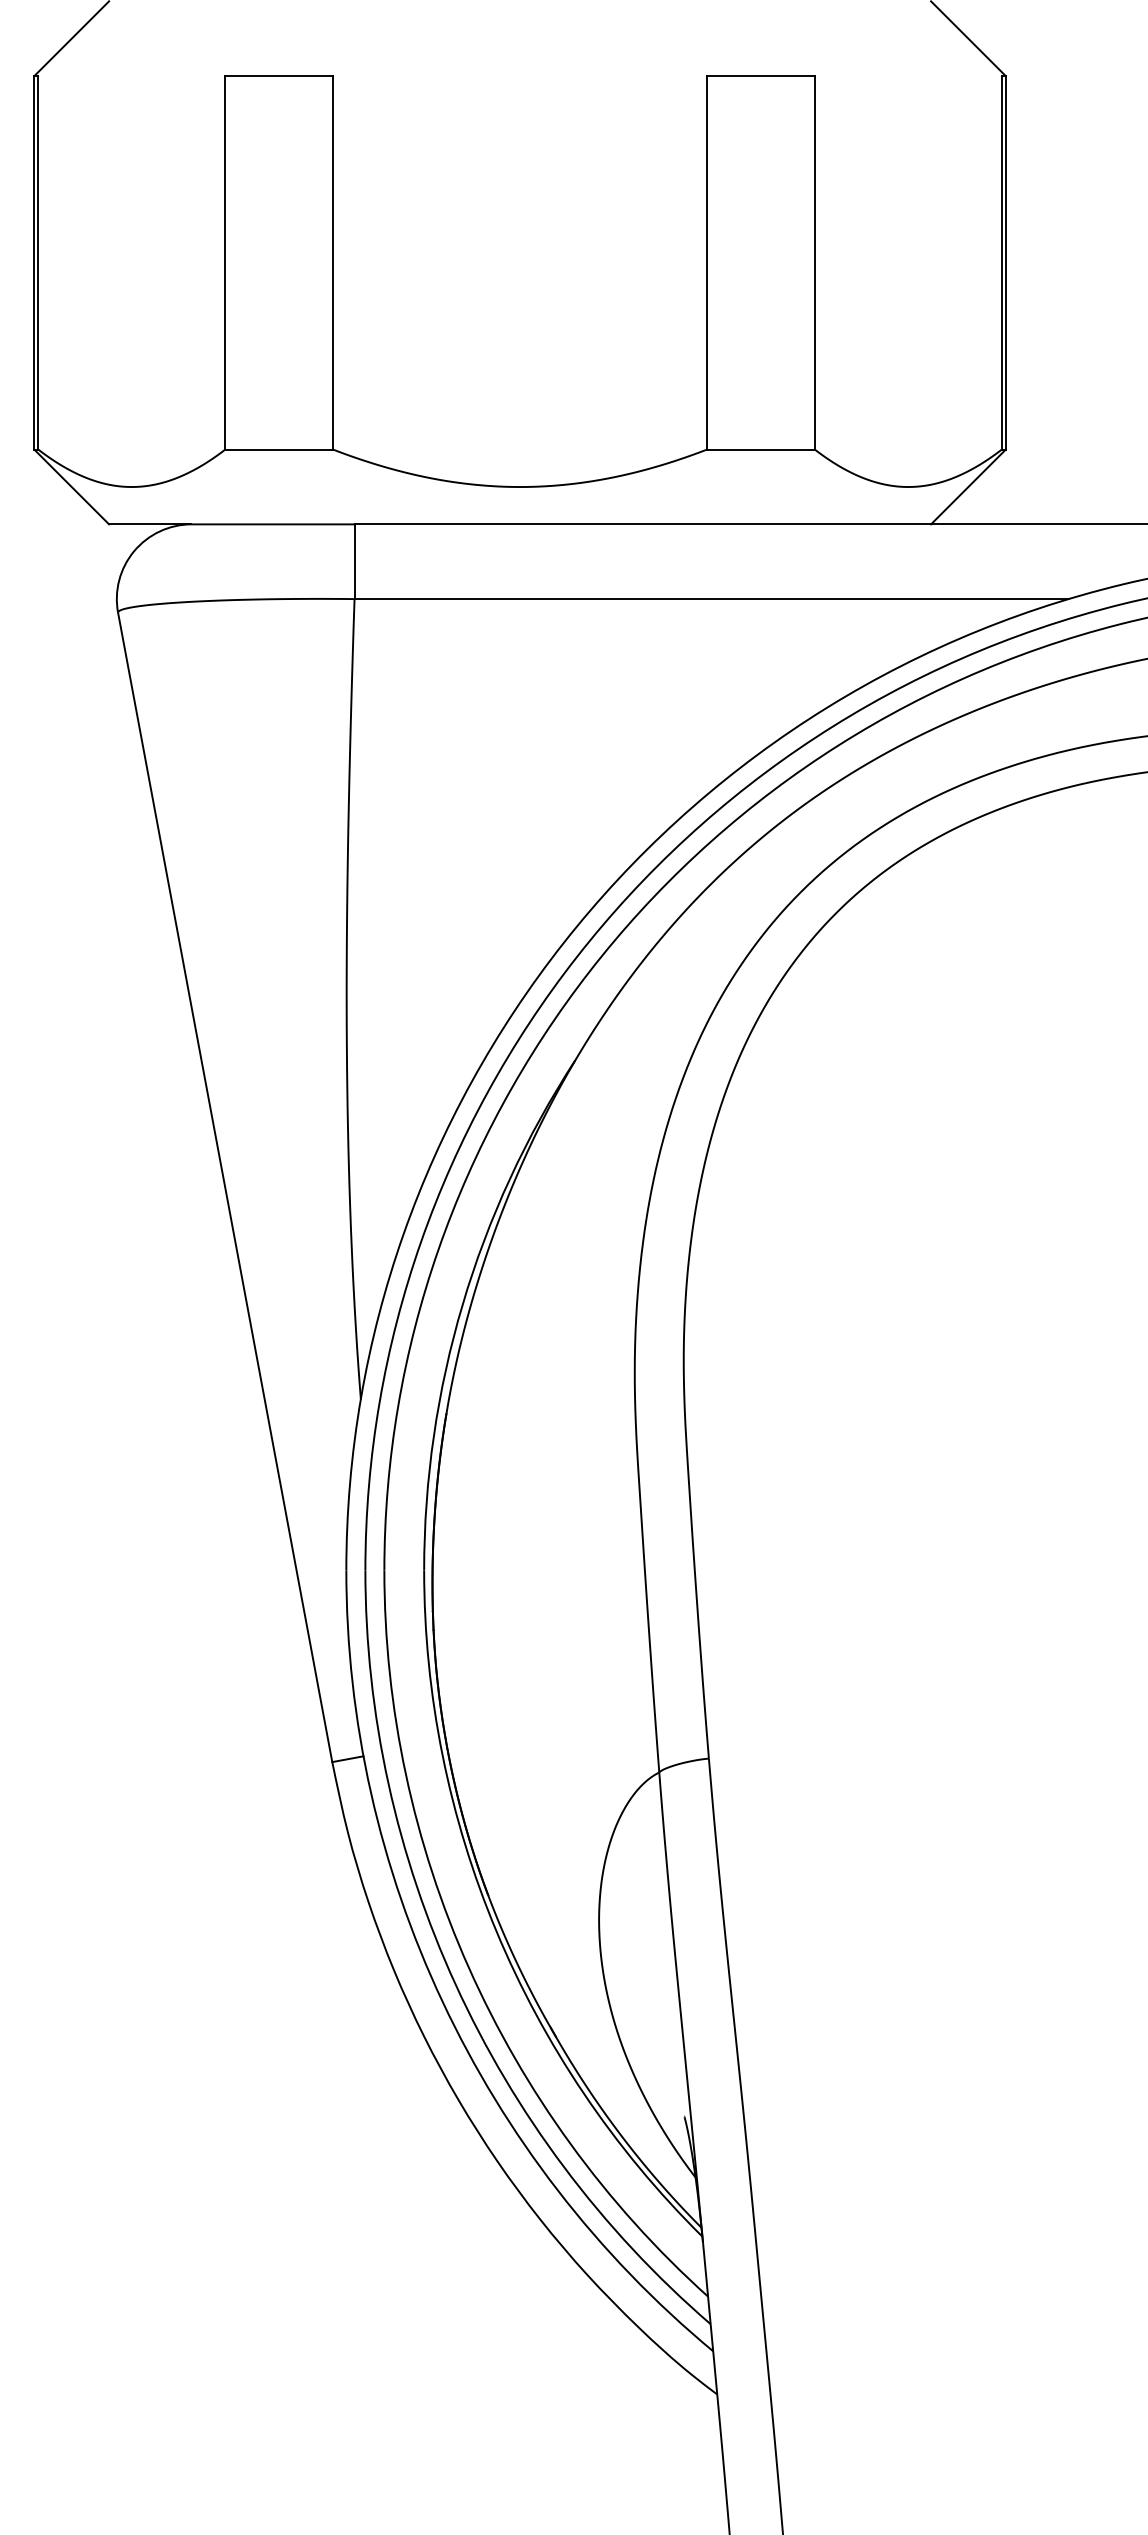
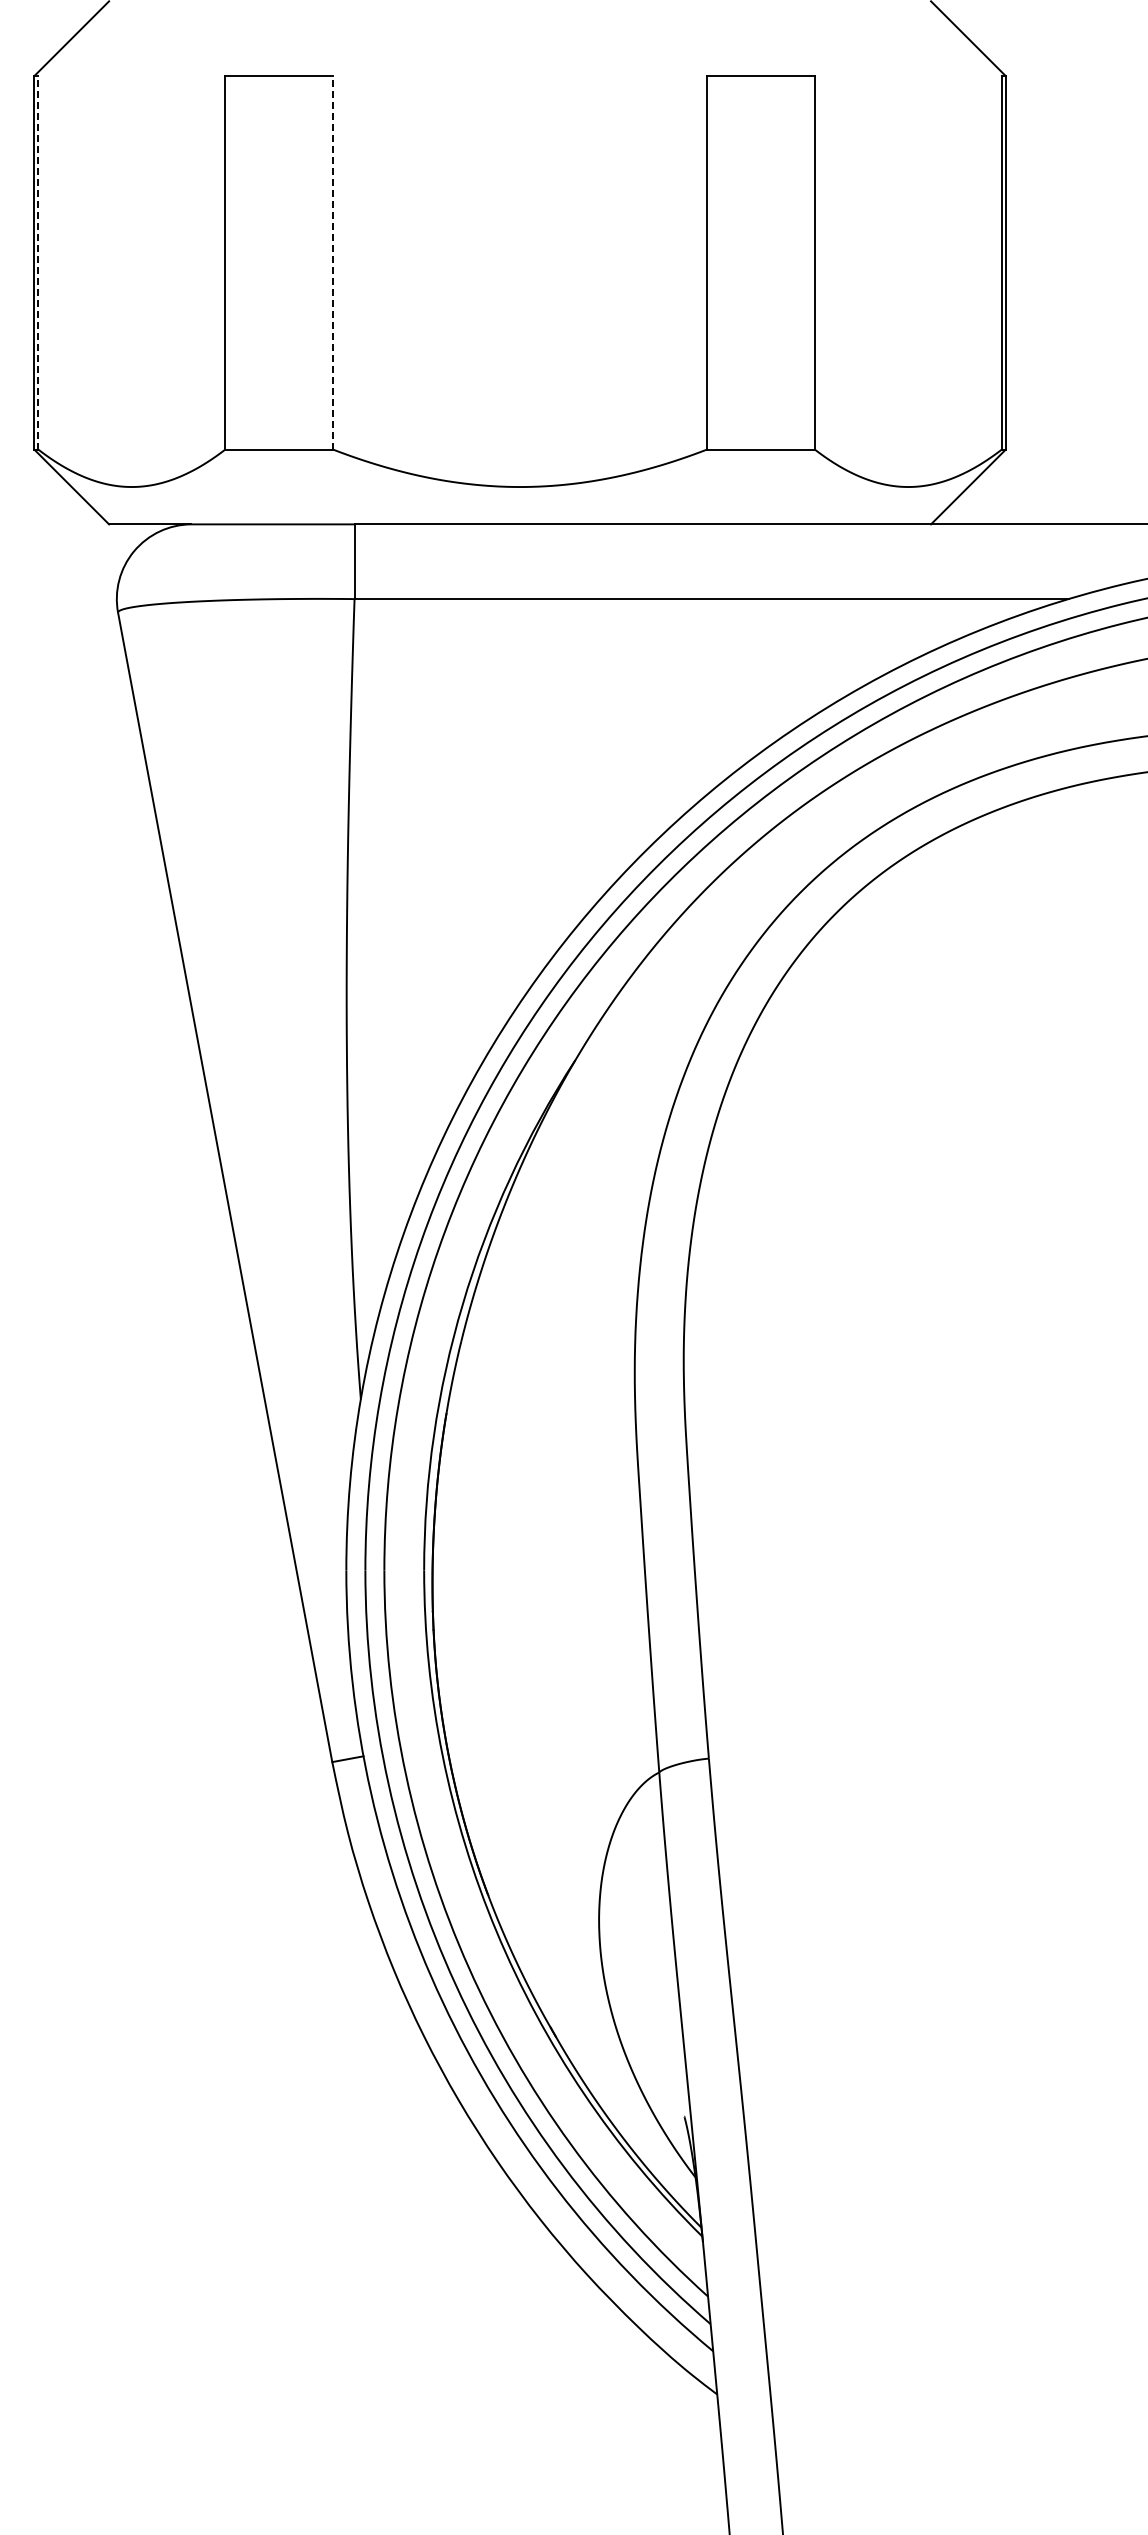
line at (38, 262): solid -> dashed
line at (333, 262): solid -> dashed
